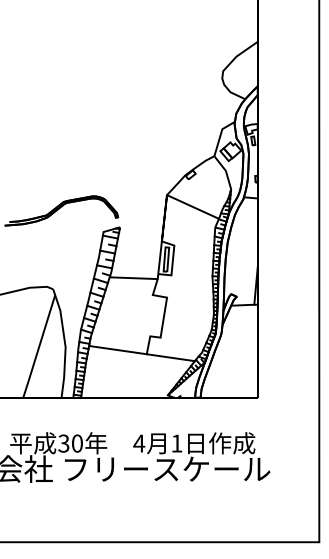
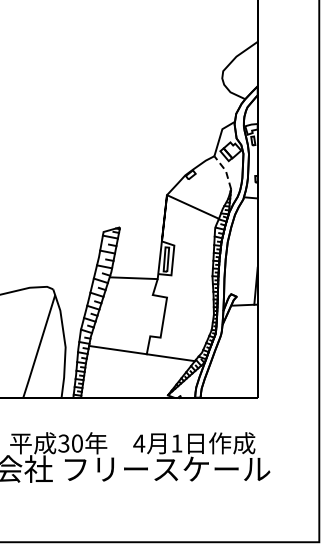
line at (225, 170): solid -> dashed
part at (61, 210): present -> none
